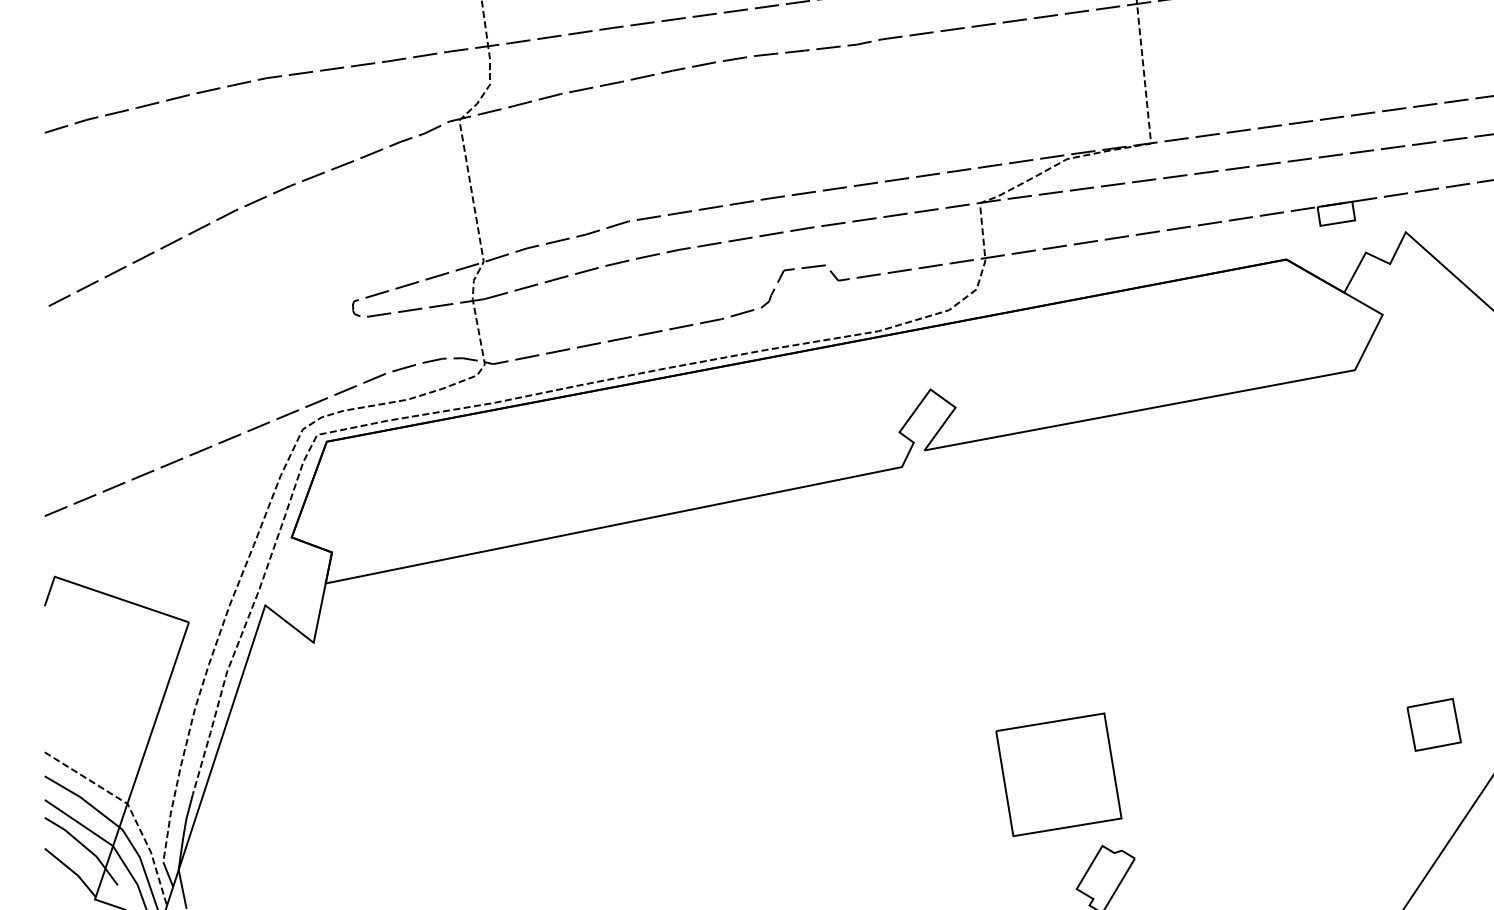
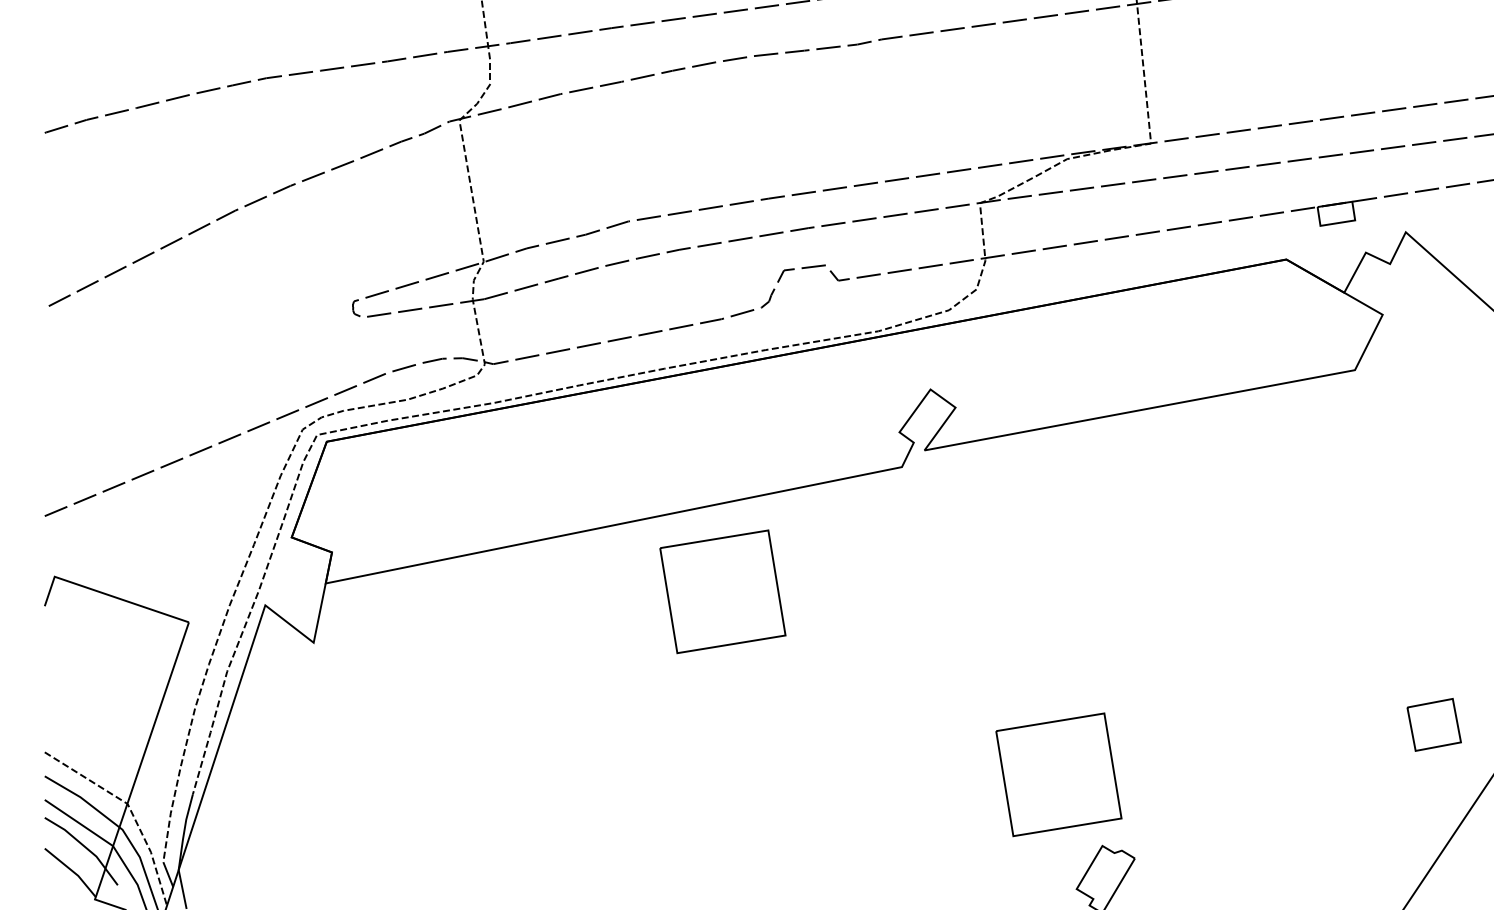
part at (722, 591): none -> present
